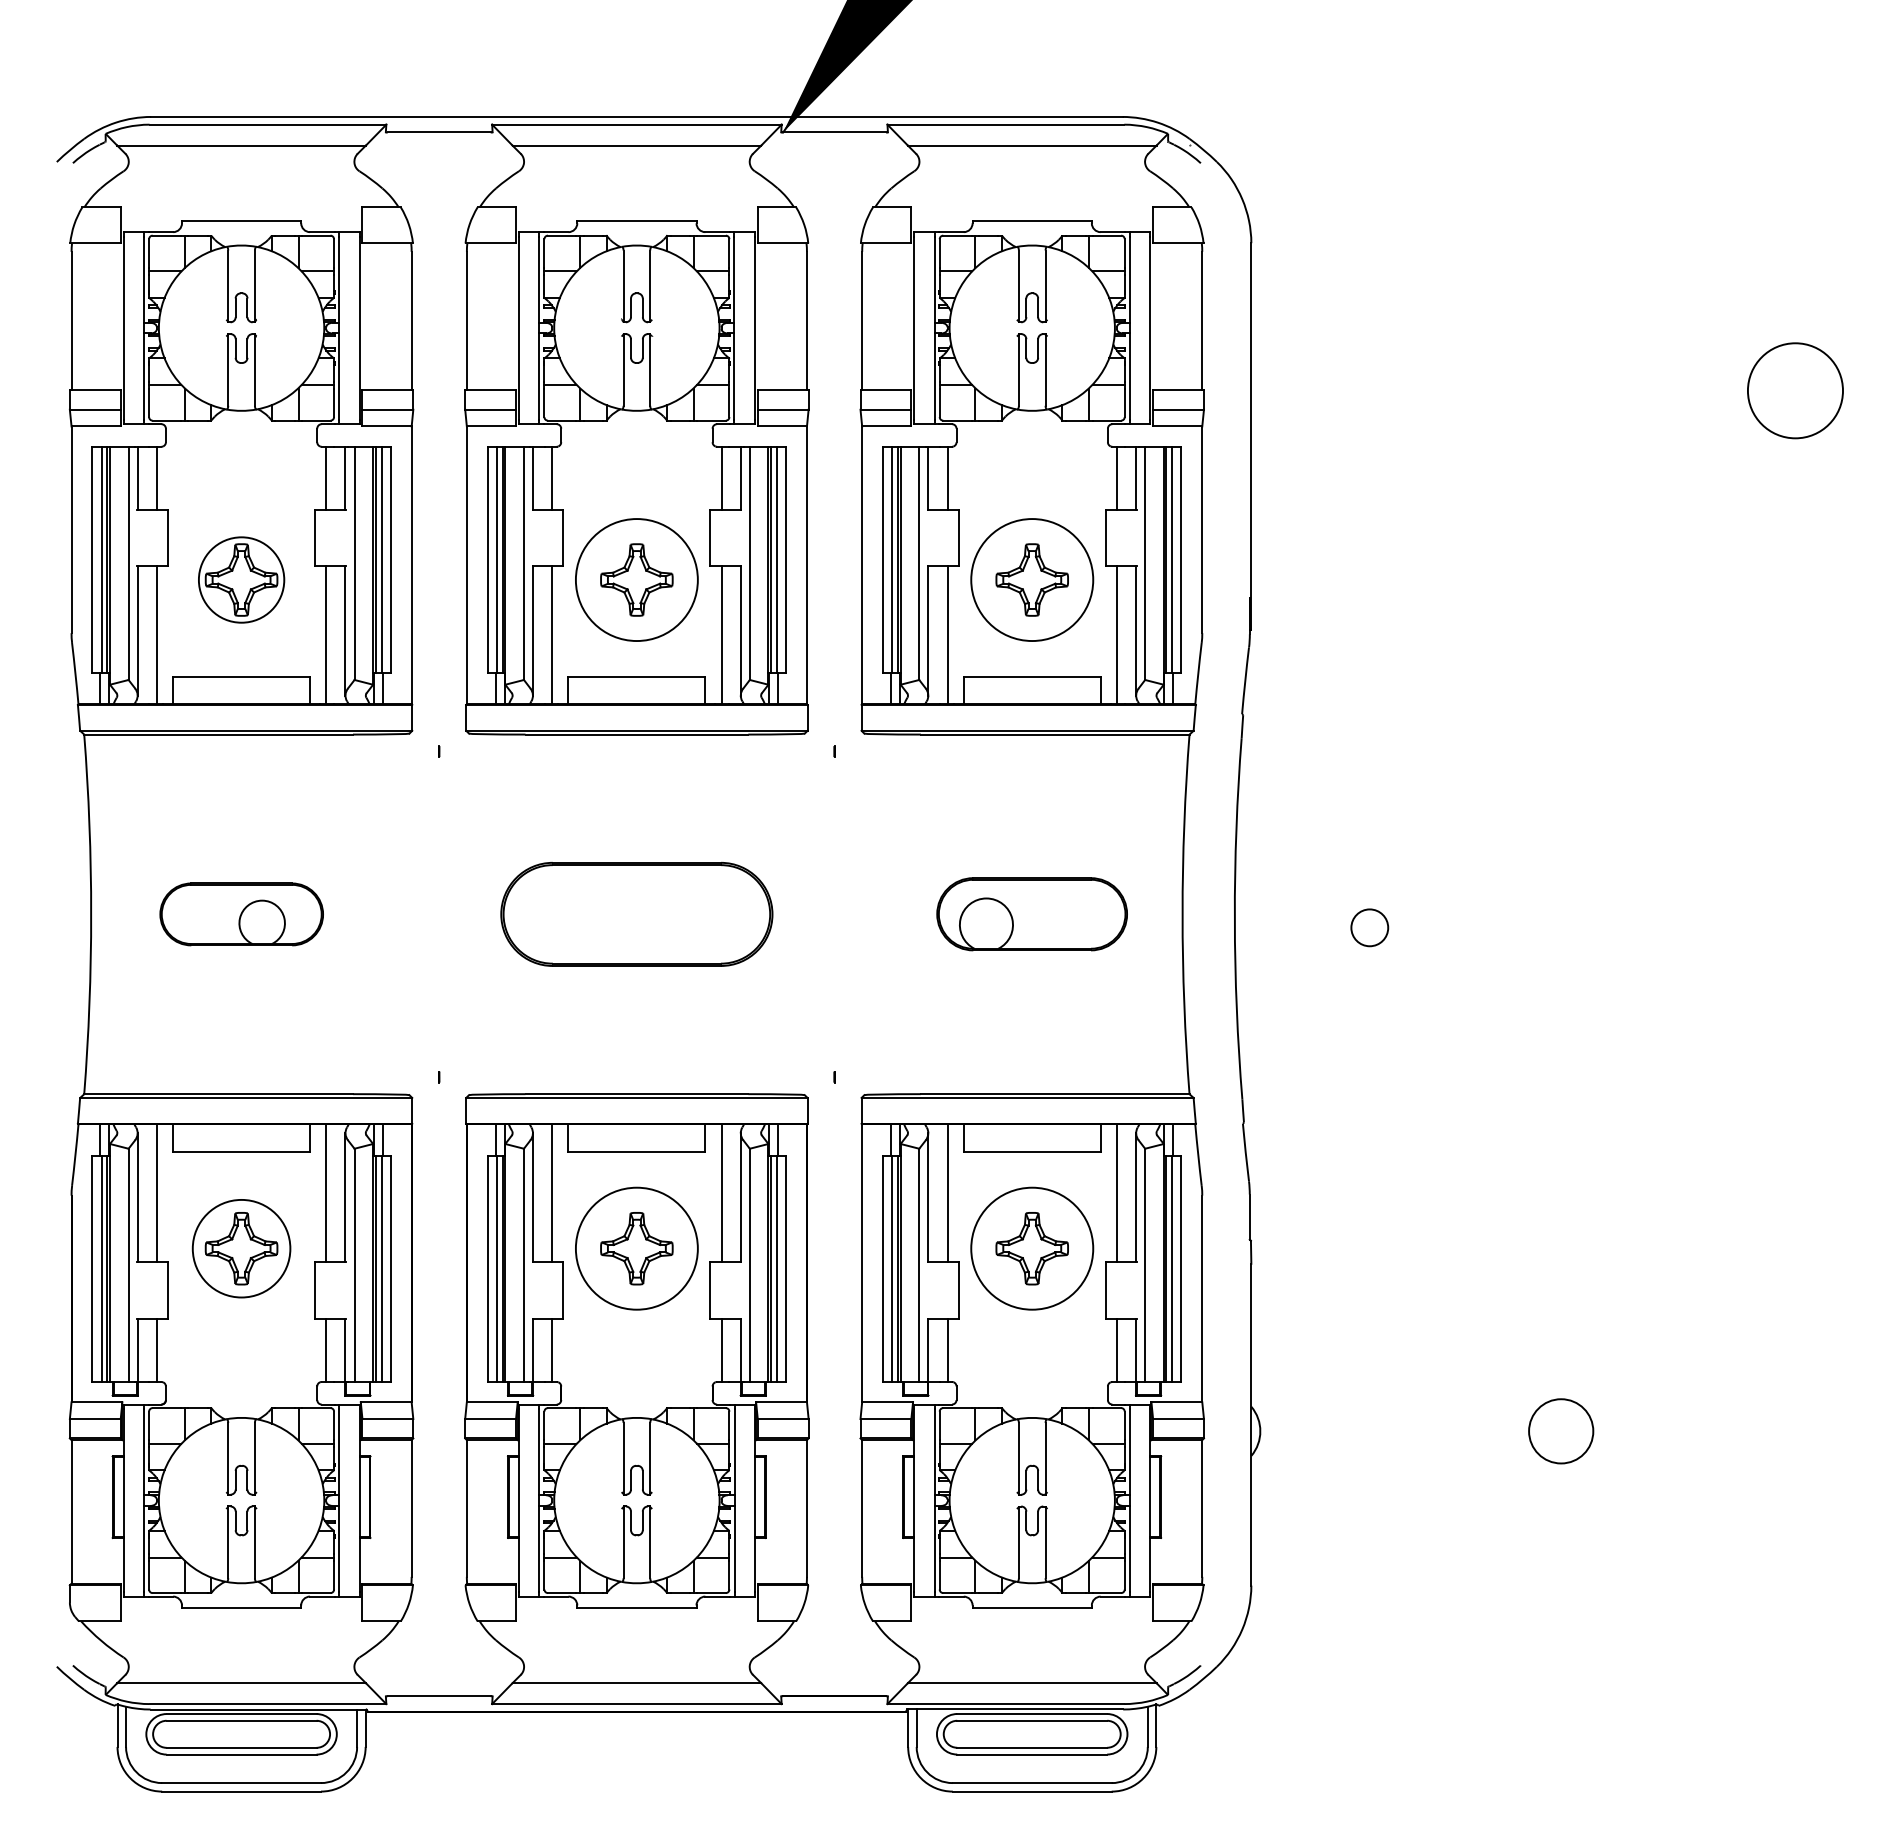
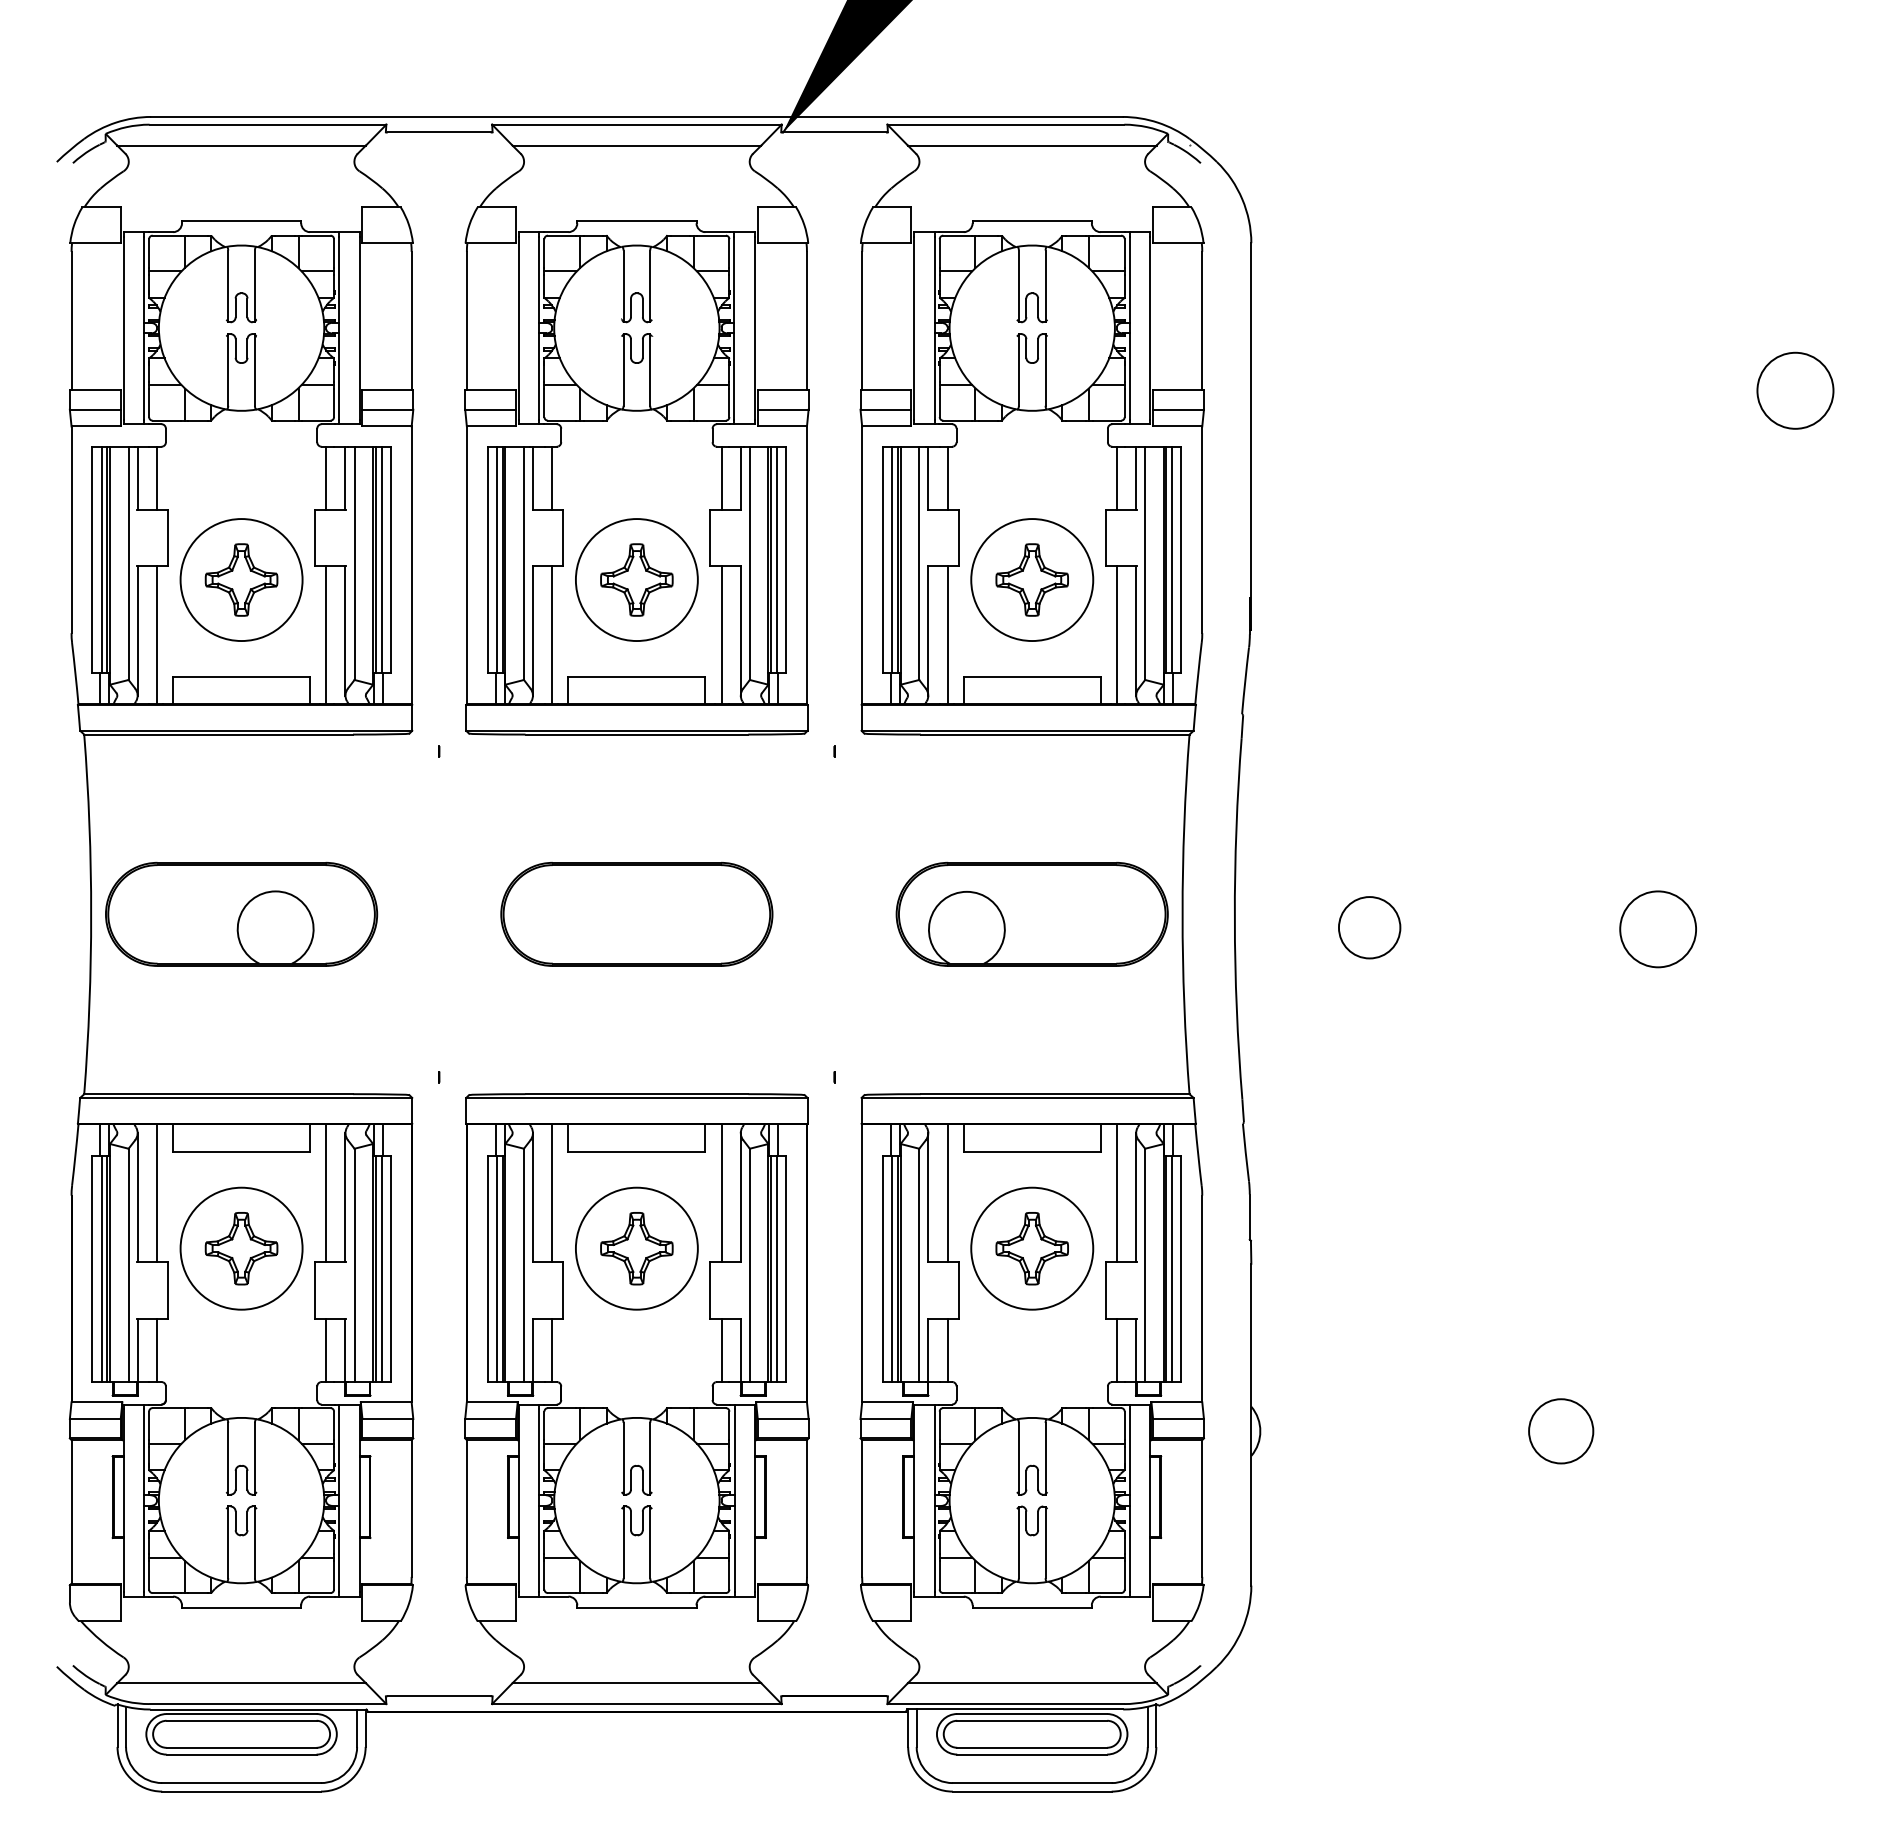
circle at (1794, 390) diameter: 95 px -> 76 px
circle at (241, 579) diameter: 85 px -> 122 px
part at (241, 914) size: 165x65 px -> 274x105 px
part at (1031, 914) size: 192x75 px -> 274x106 px
circle at (1369, 927) size: 40x40 px -> 64x64 px
circle at (1657, 929): none -> present
circle at (241, 1248) diameter: 98 px -> 122 px
